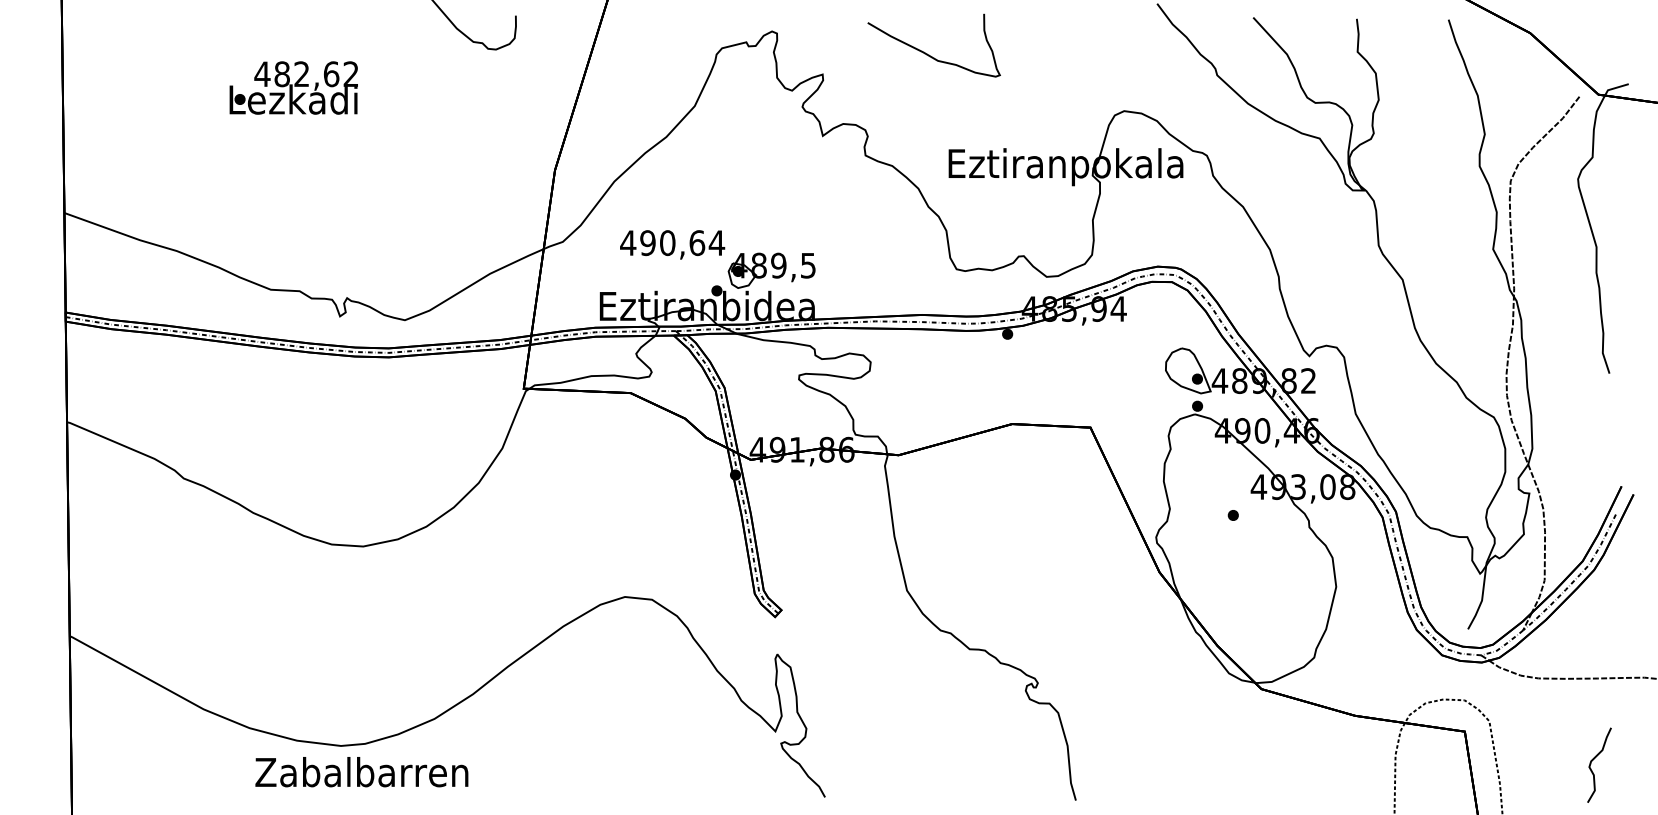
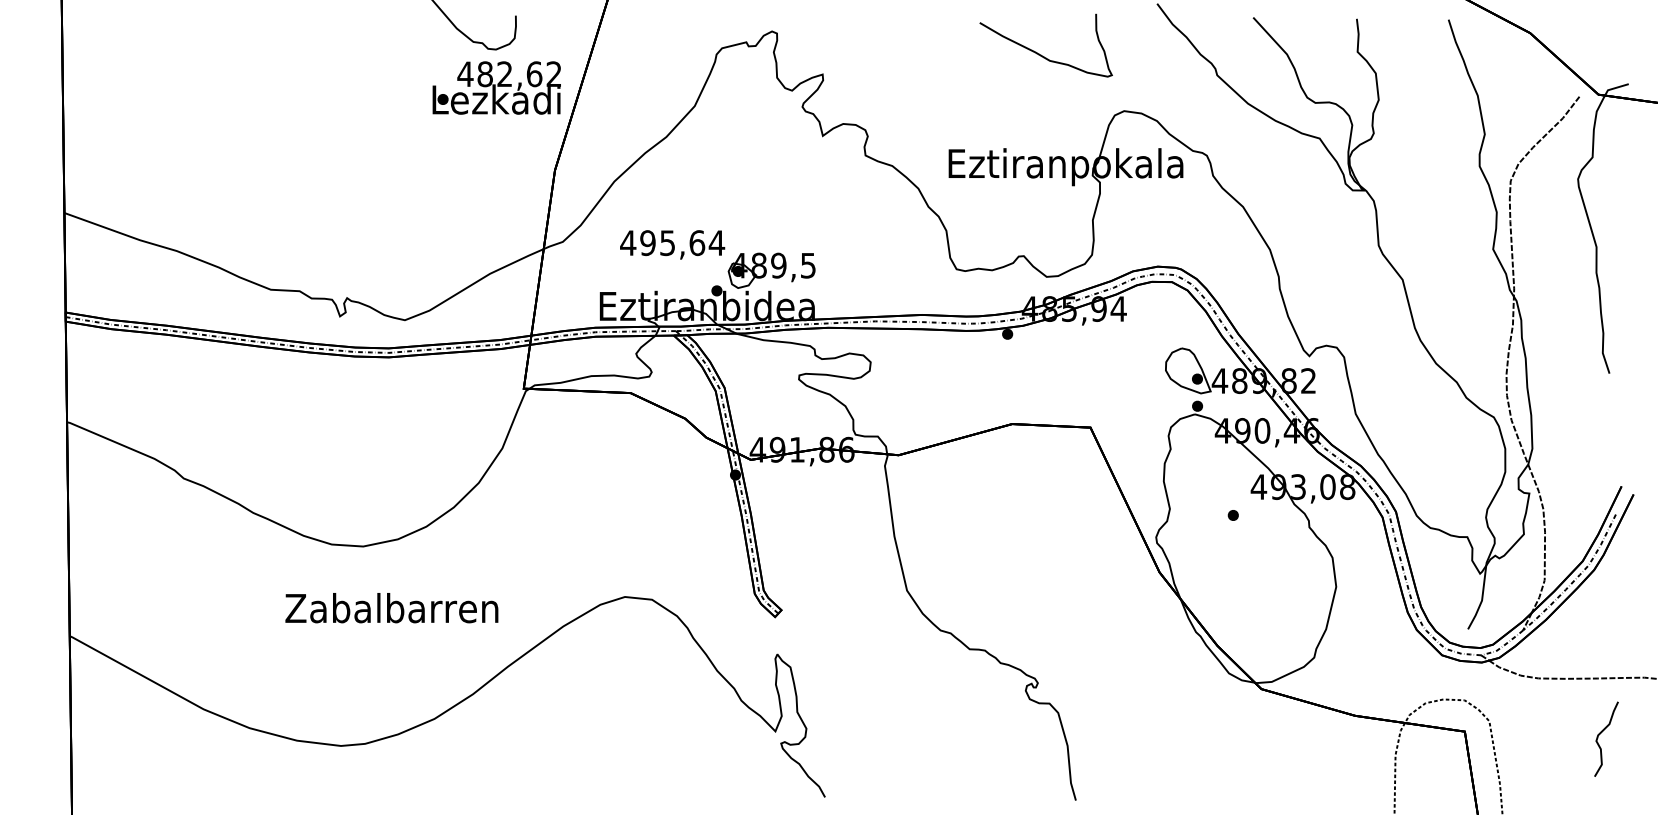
curve at (929, 54) position: (929, 54) -> (1041, 54)
text at (293, 87) position: (293, 87) -> (496, 87)
text at (667, 243): 490,64 -> 495,64
curve at (1594, 759) position: (1594, 759) -> (1601, 733)
text at (361, 772) position: (361, 772) -> (391, 608)
